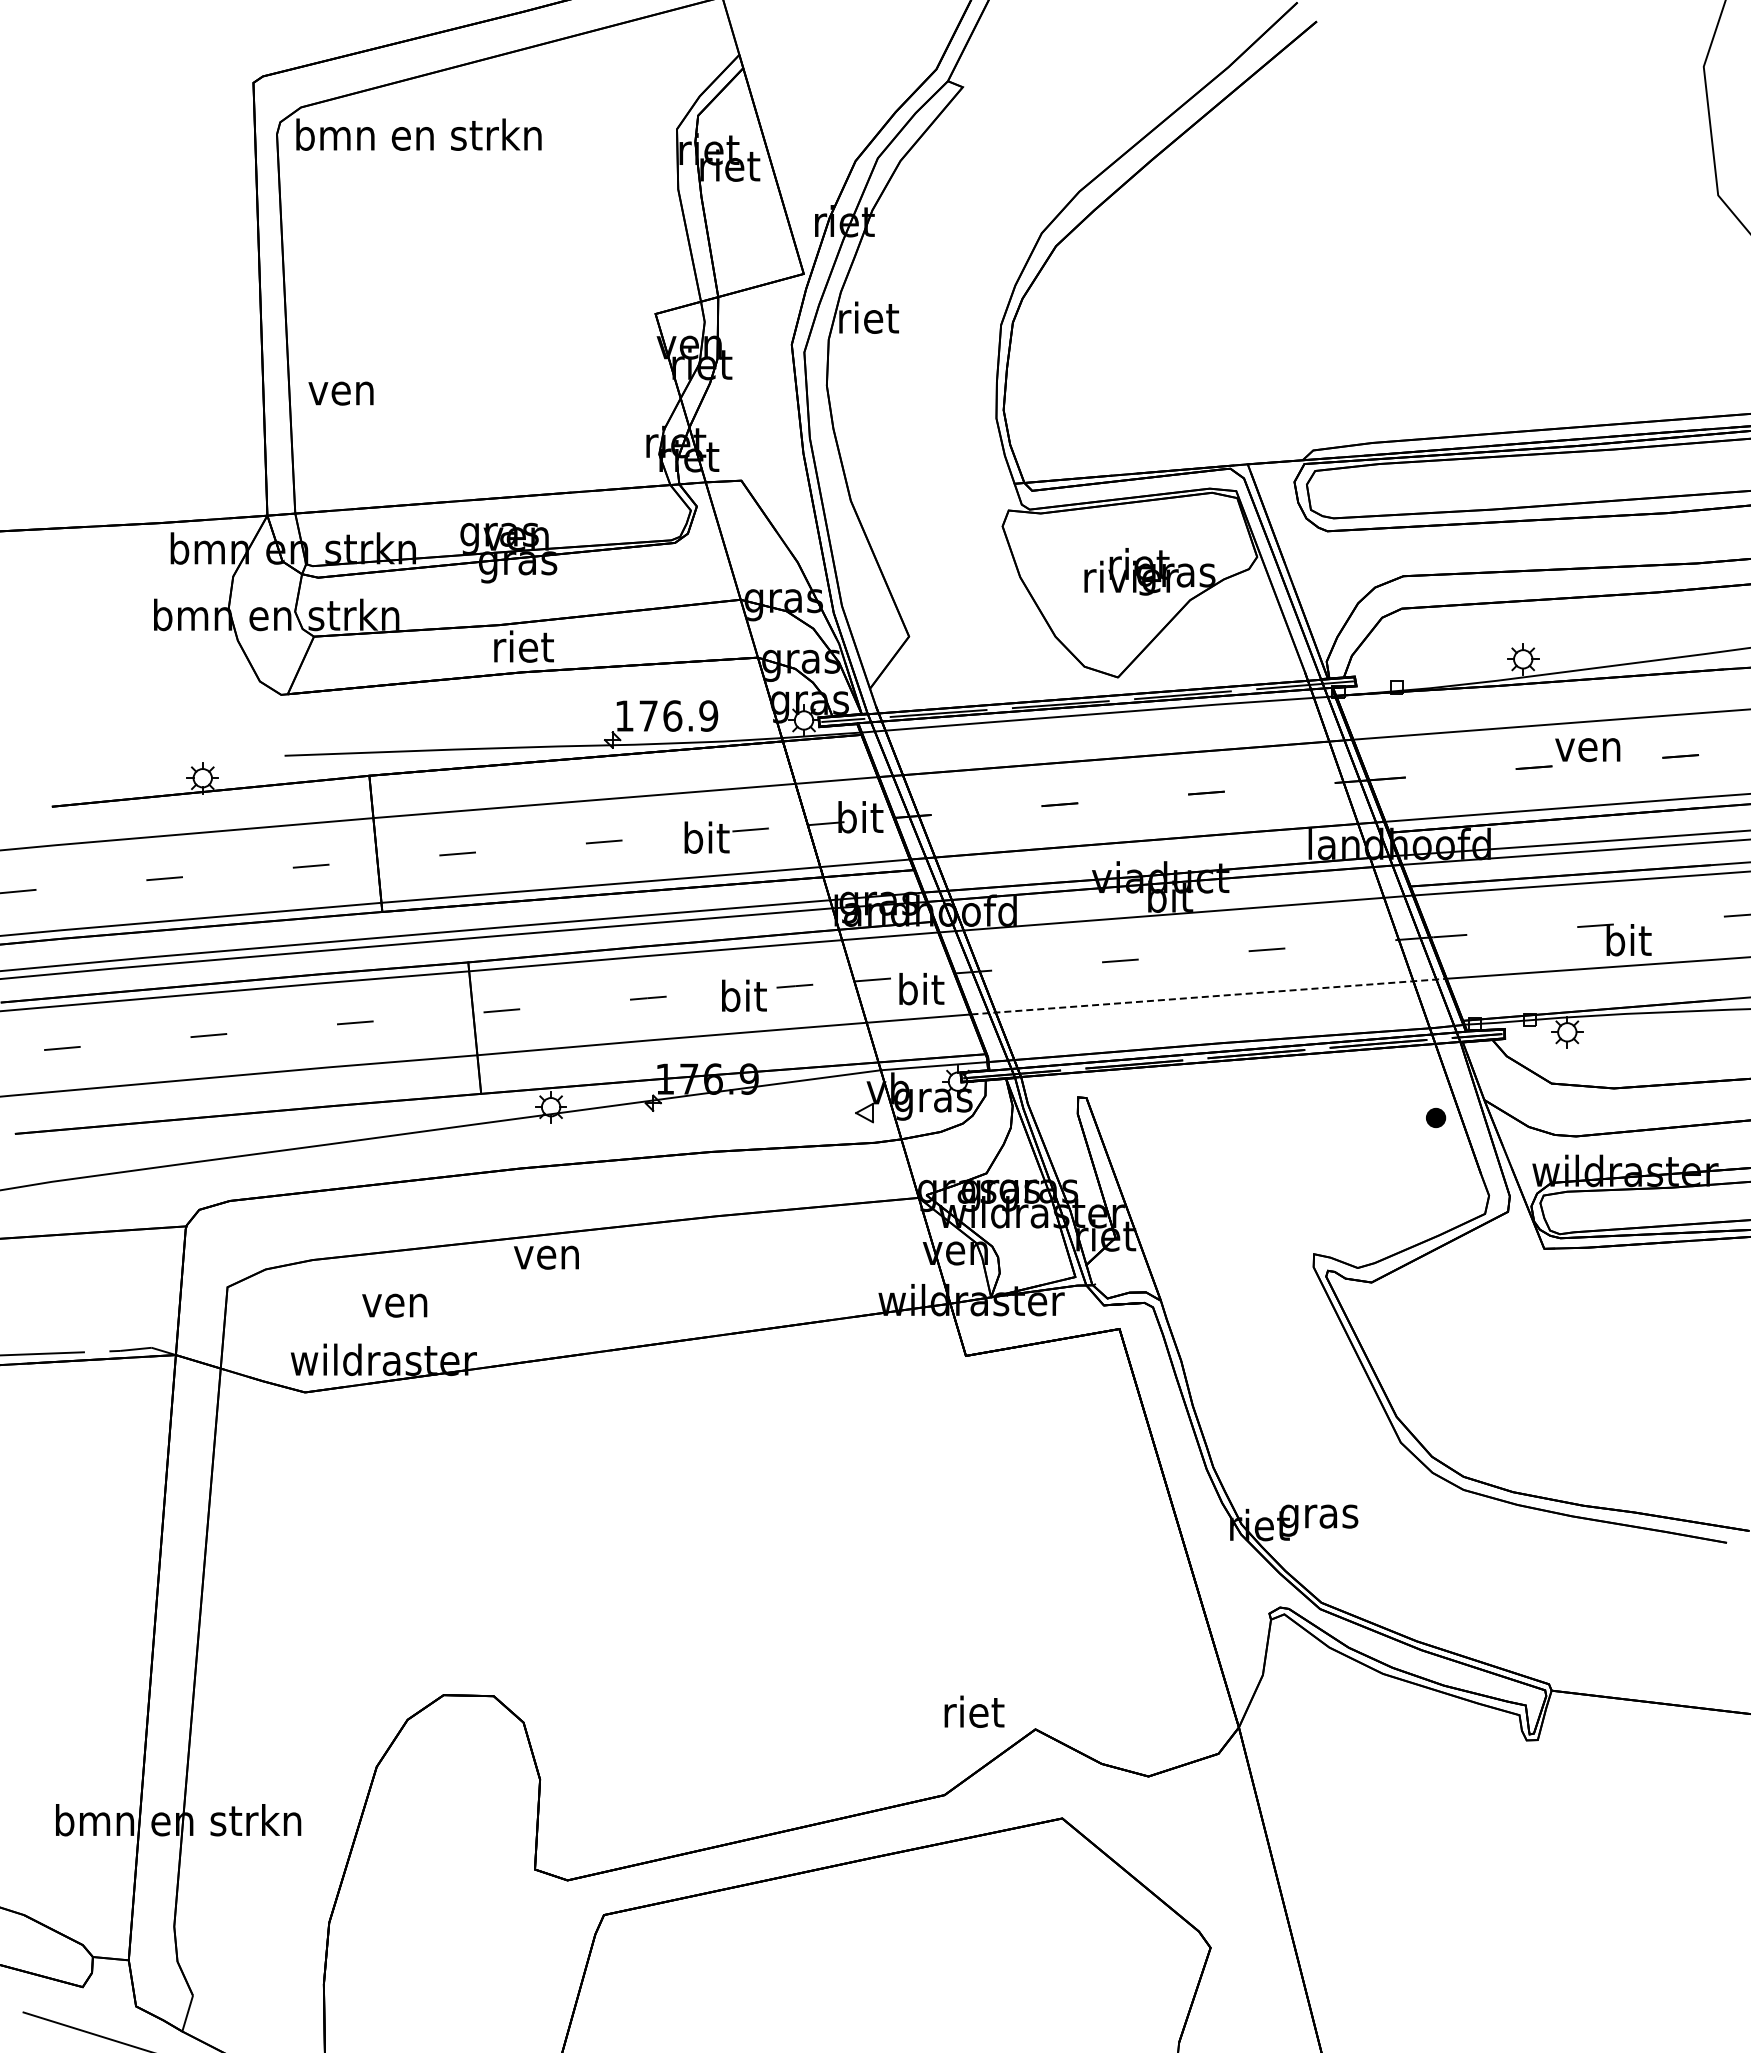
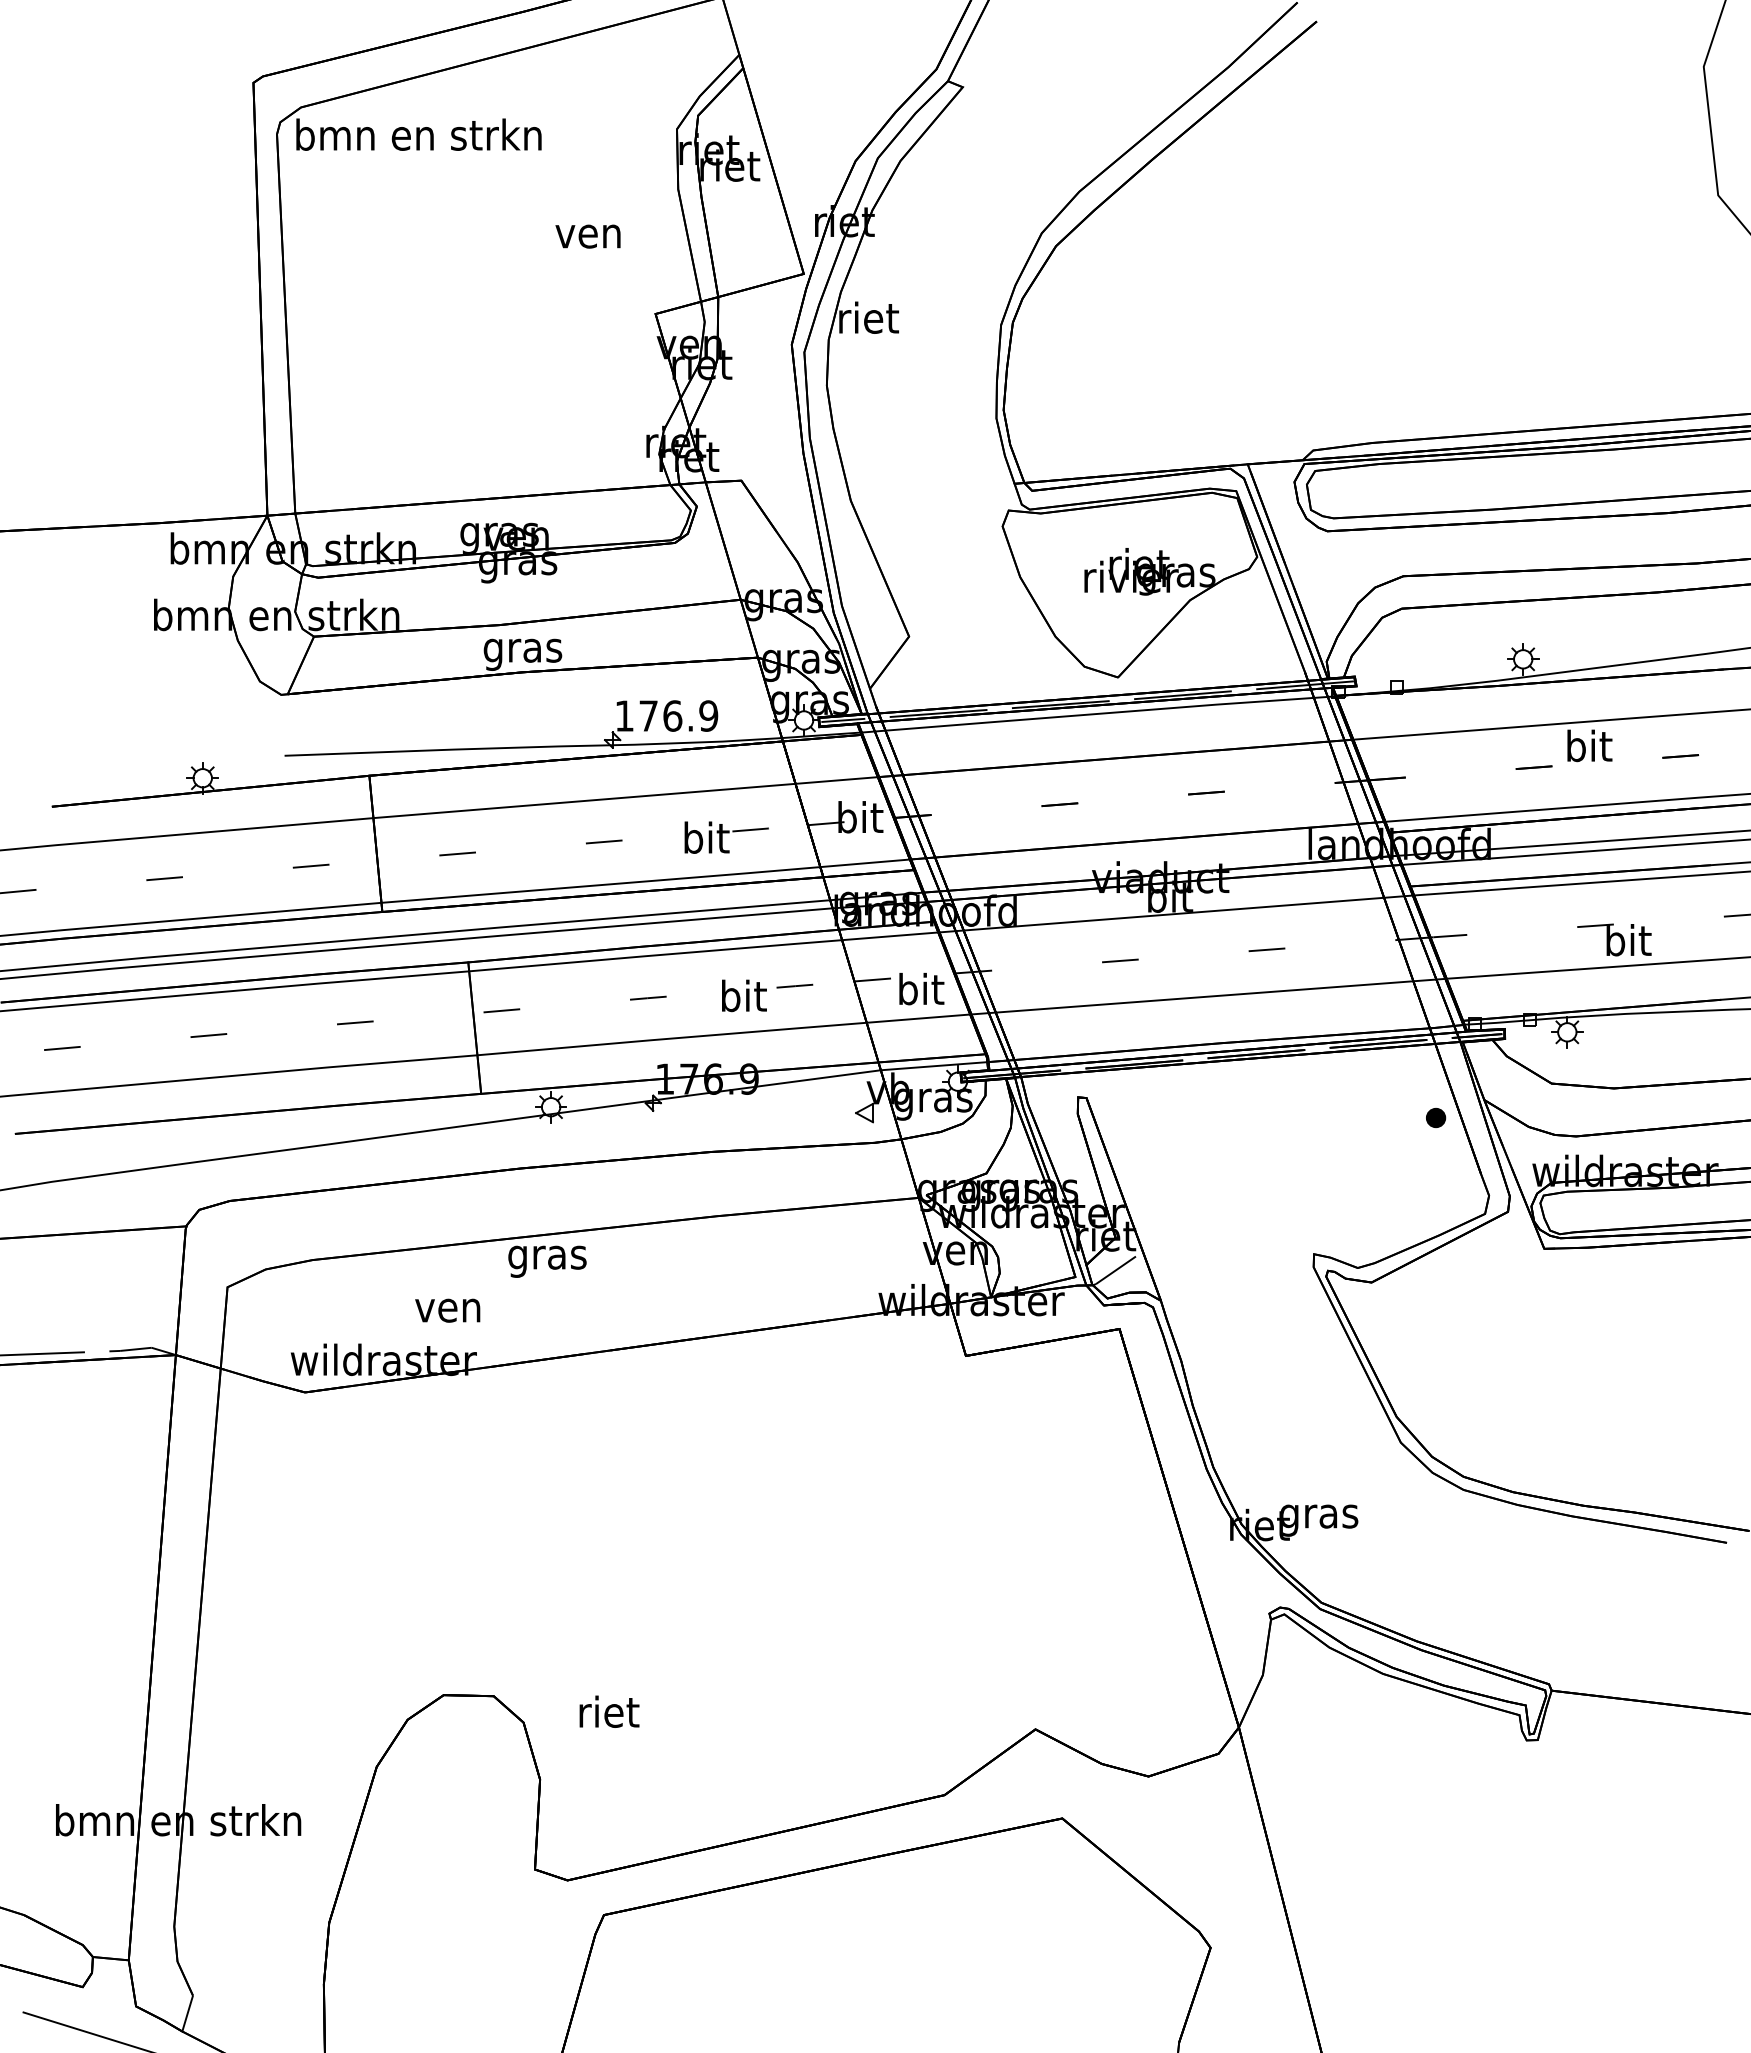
text at (340, 393) position: (340, 393) -> (587, 236)
text at (522, 650): riet -> gras
text at (1587, 745): ven -> bit
line at (1208, 996): dashed -> solid
text at (547, 1261): ven -> gras
line at (1115, 1270): none -> present
text at (394, 1305) position: (394, 1305) -> (447, 1310)
text at (974, 1711) position: (974, 1711) -> (609, 1711)
